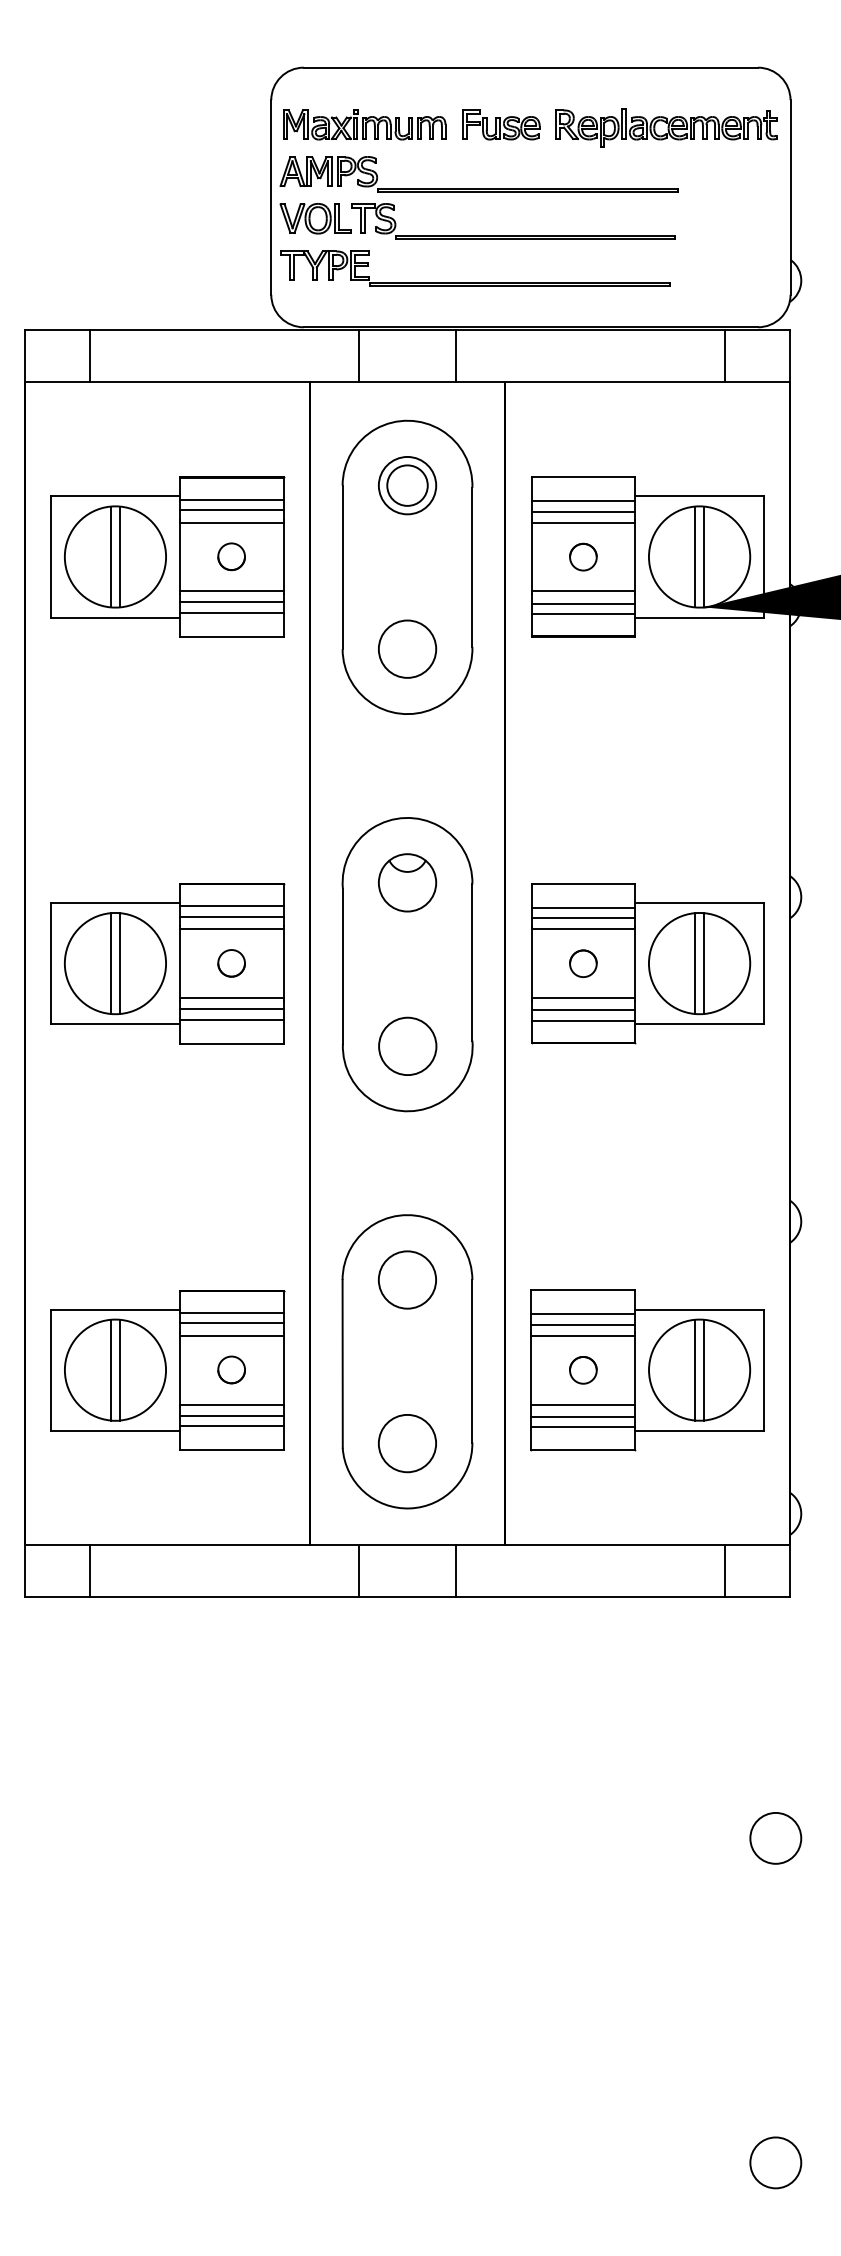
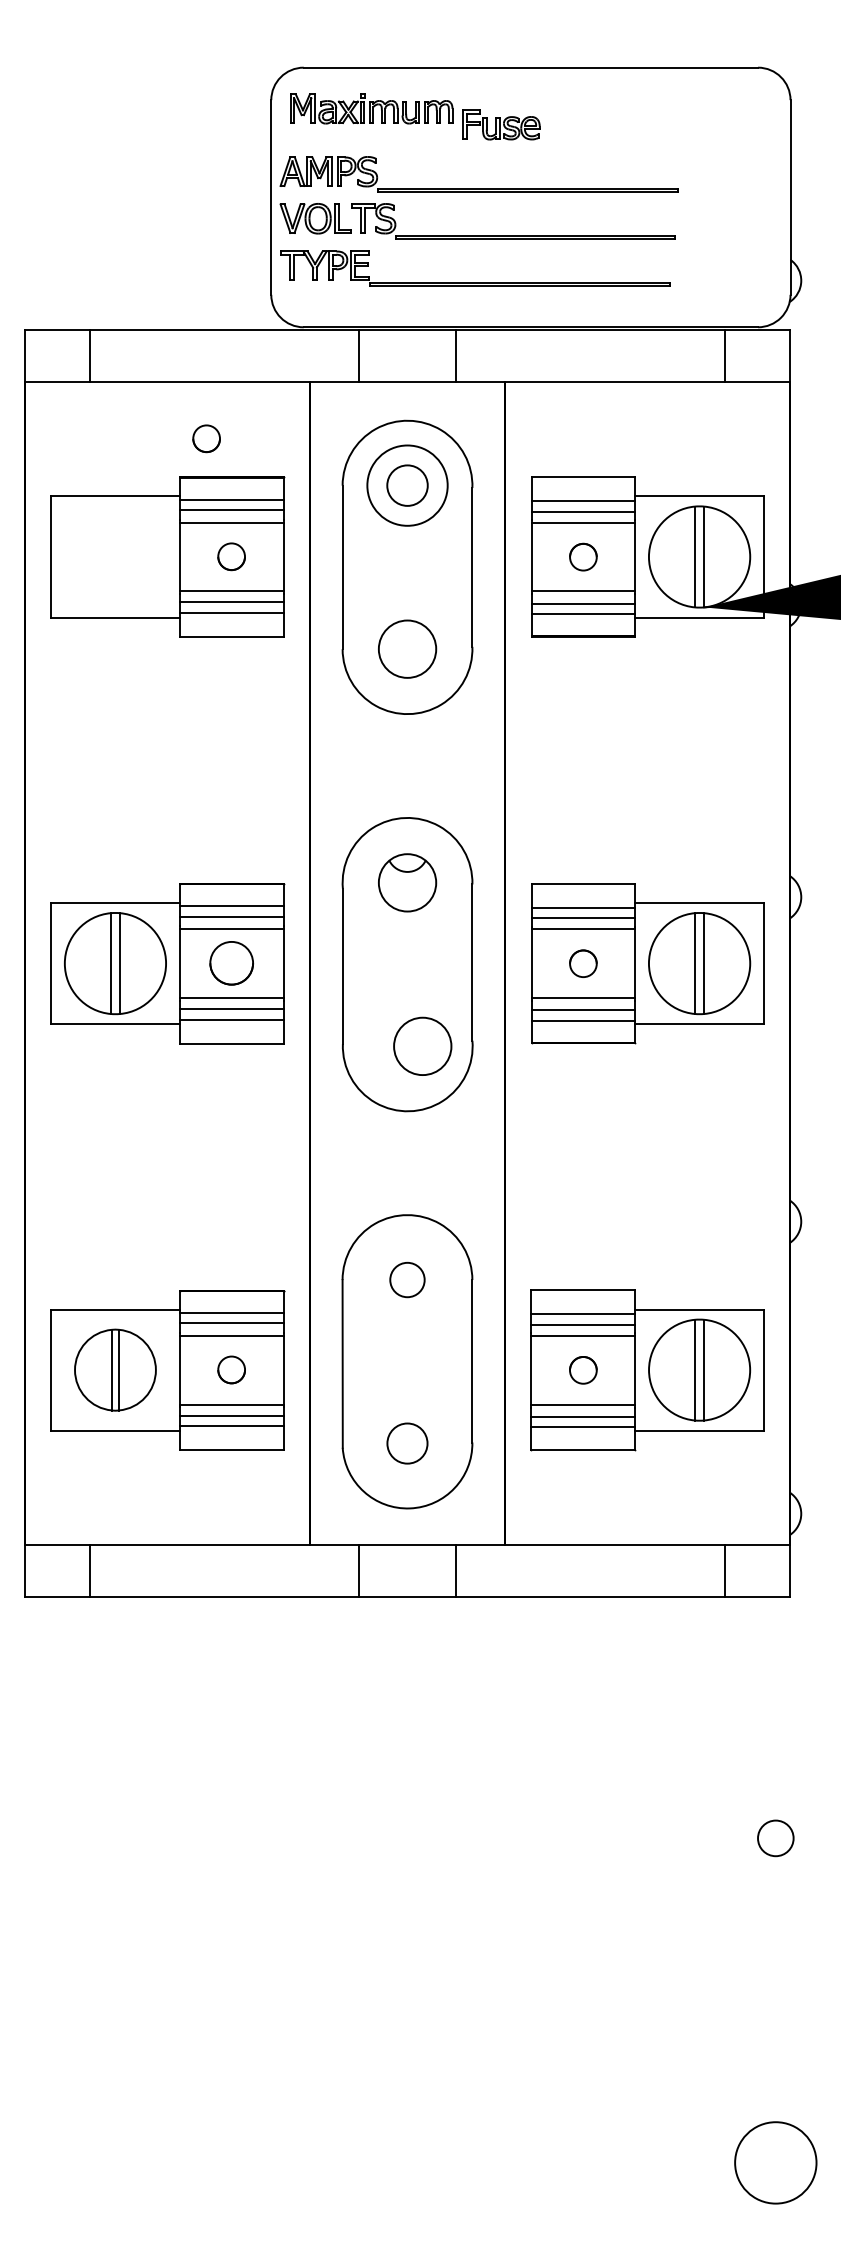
part at (364, 124) position: (364, 124) -> (371, 108)
part at (666, 127): present -> none
part at (206, 438): none -> present
circle at (407, 485) diameter: 57 px -> 80 px
part at (115, 556): present -> none
part at (231, 963) size: 29x29 px -> 45x45 px
circle at (407, 1045) position: (407, 1045) -> (422, 1045)
circle at (407, 1279) diameter: 57 px -> 34 px
part at (115, 1369) size: 103x104 px -> 83x84 px
circle at (407, 1443) diameter: 57 px -> 40 px
circle at (775, 1837) diameter: 51 px -> 36 px
circle at (775, 2162) diameter: 51 px -> 81 px
